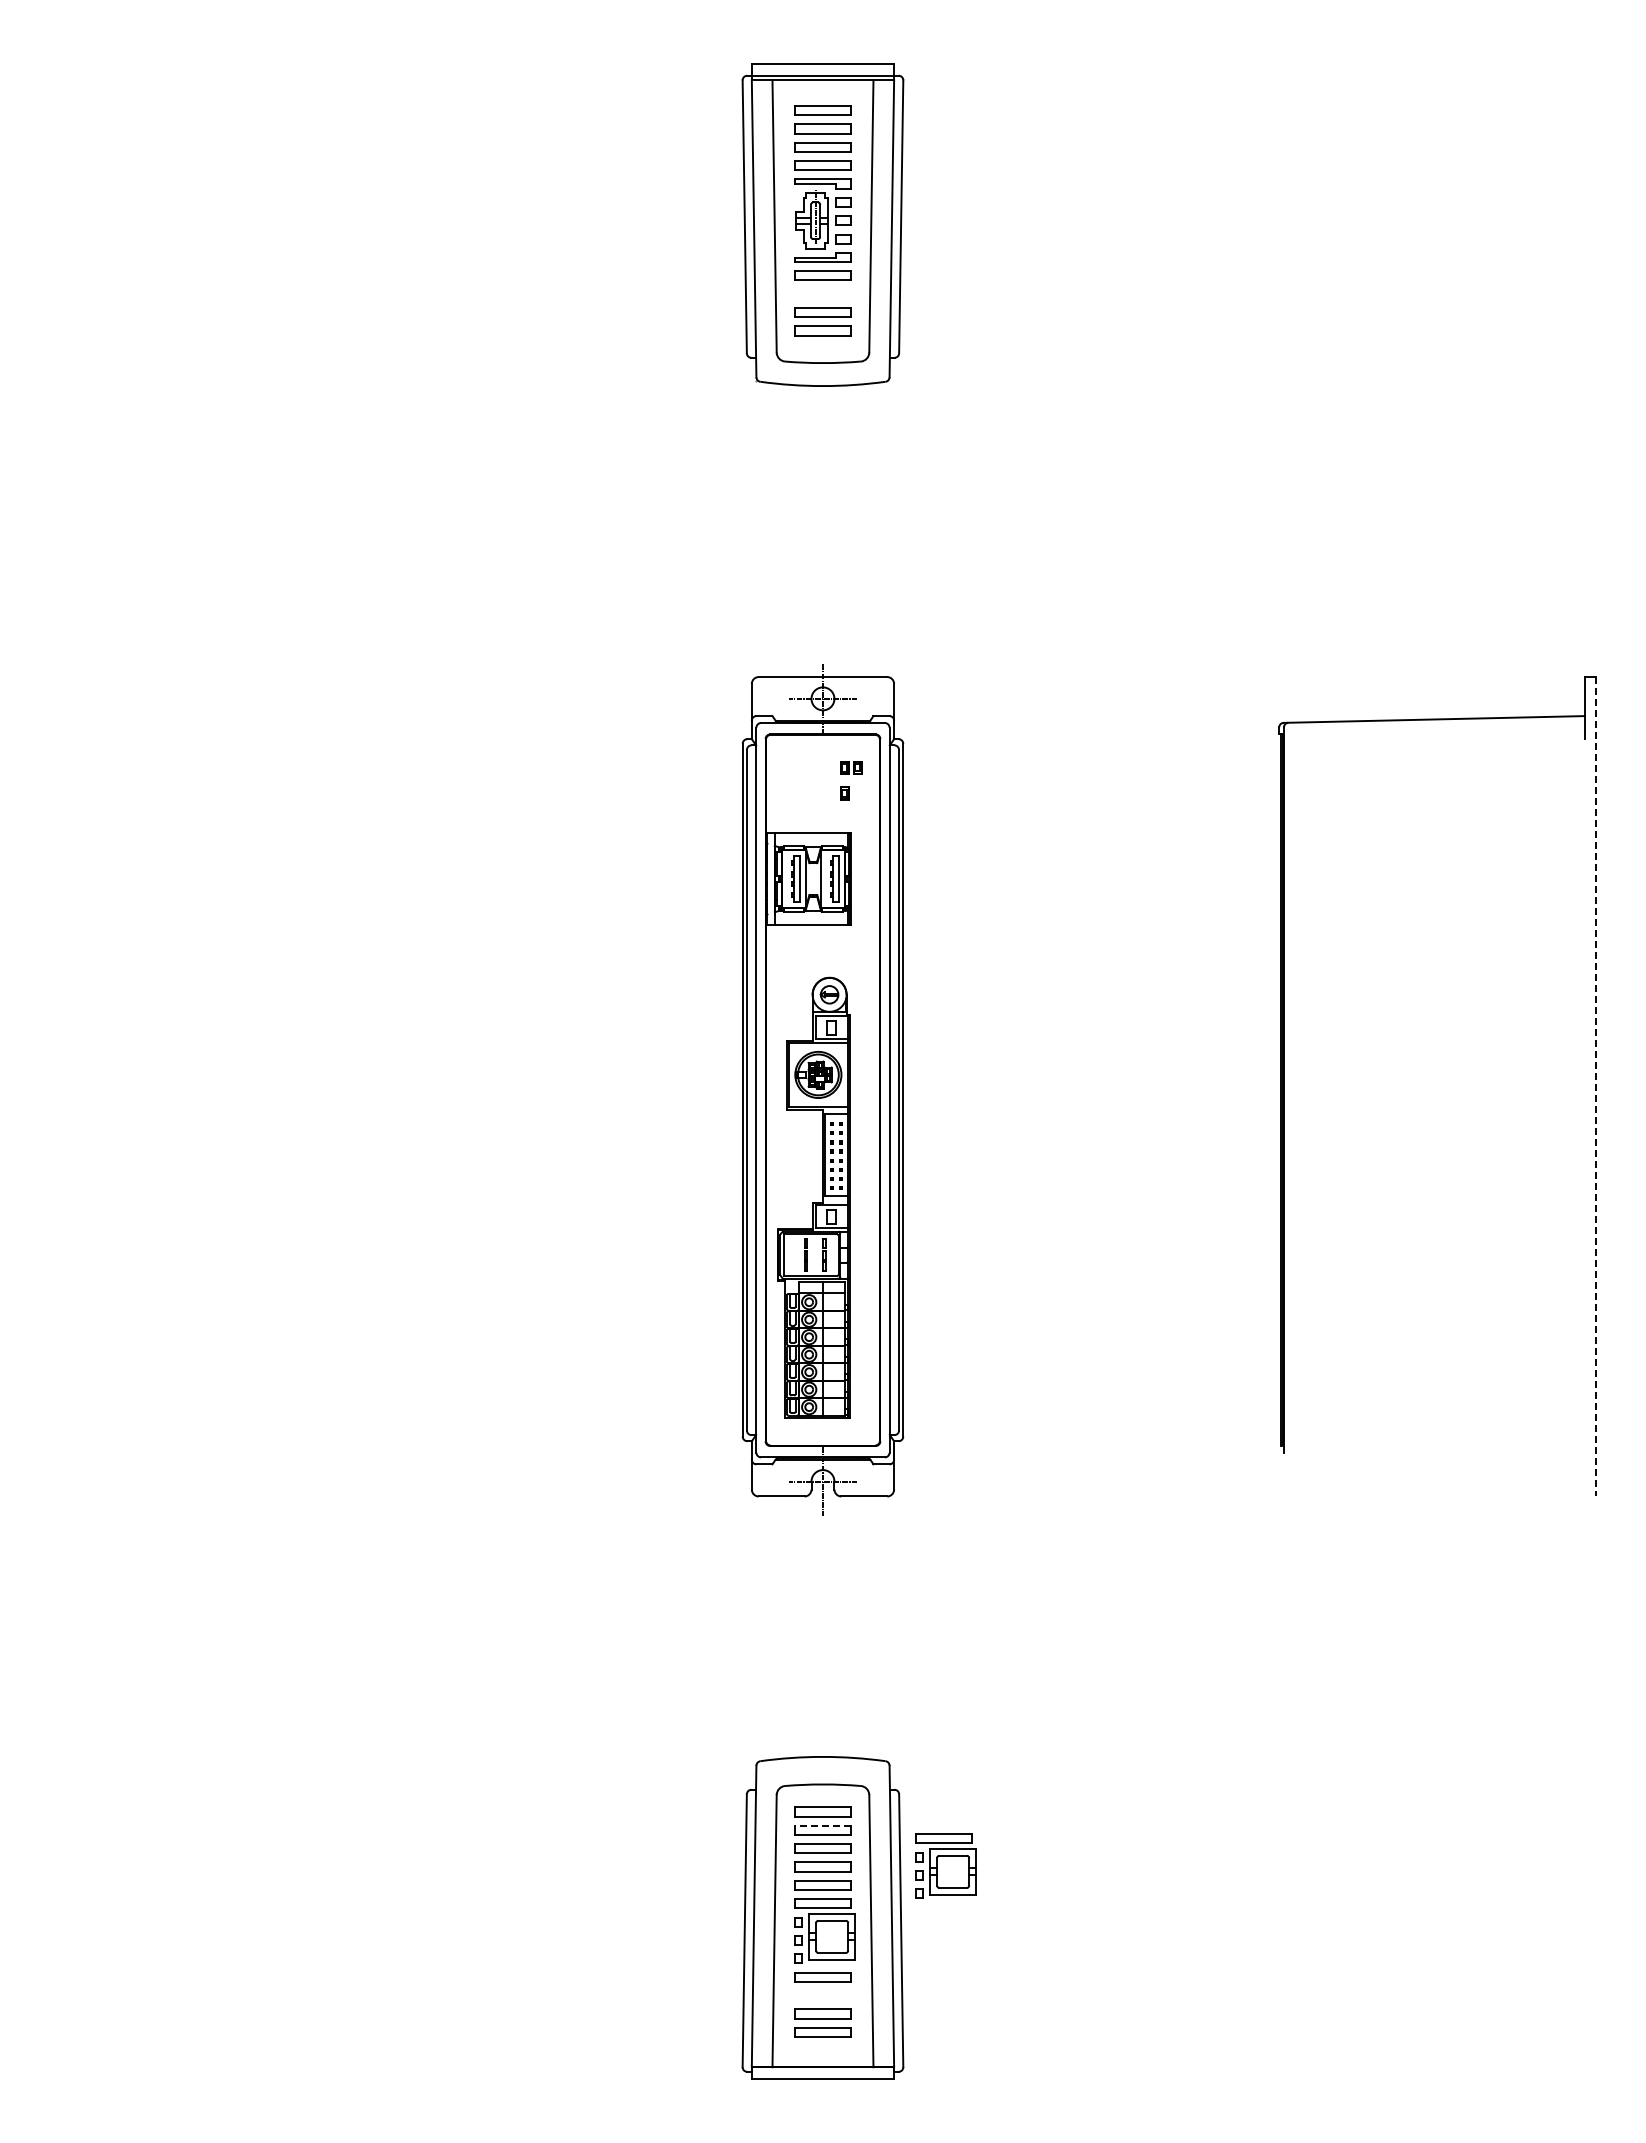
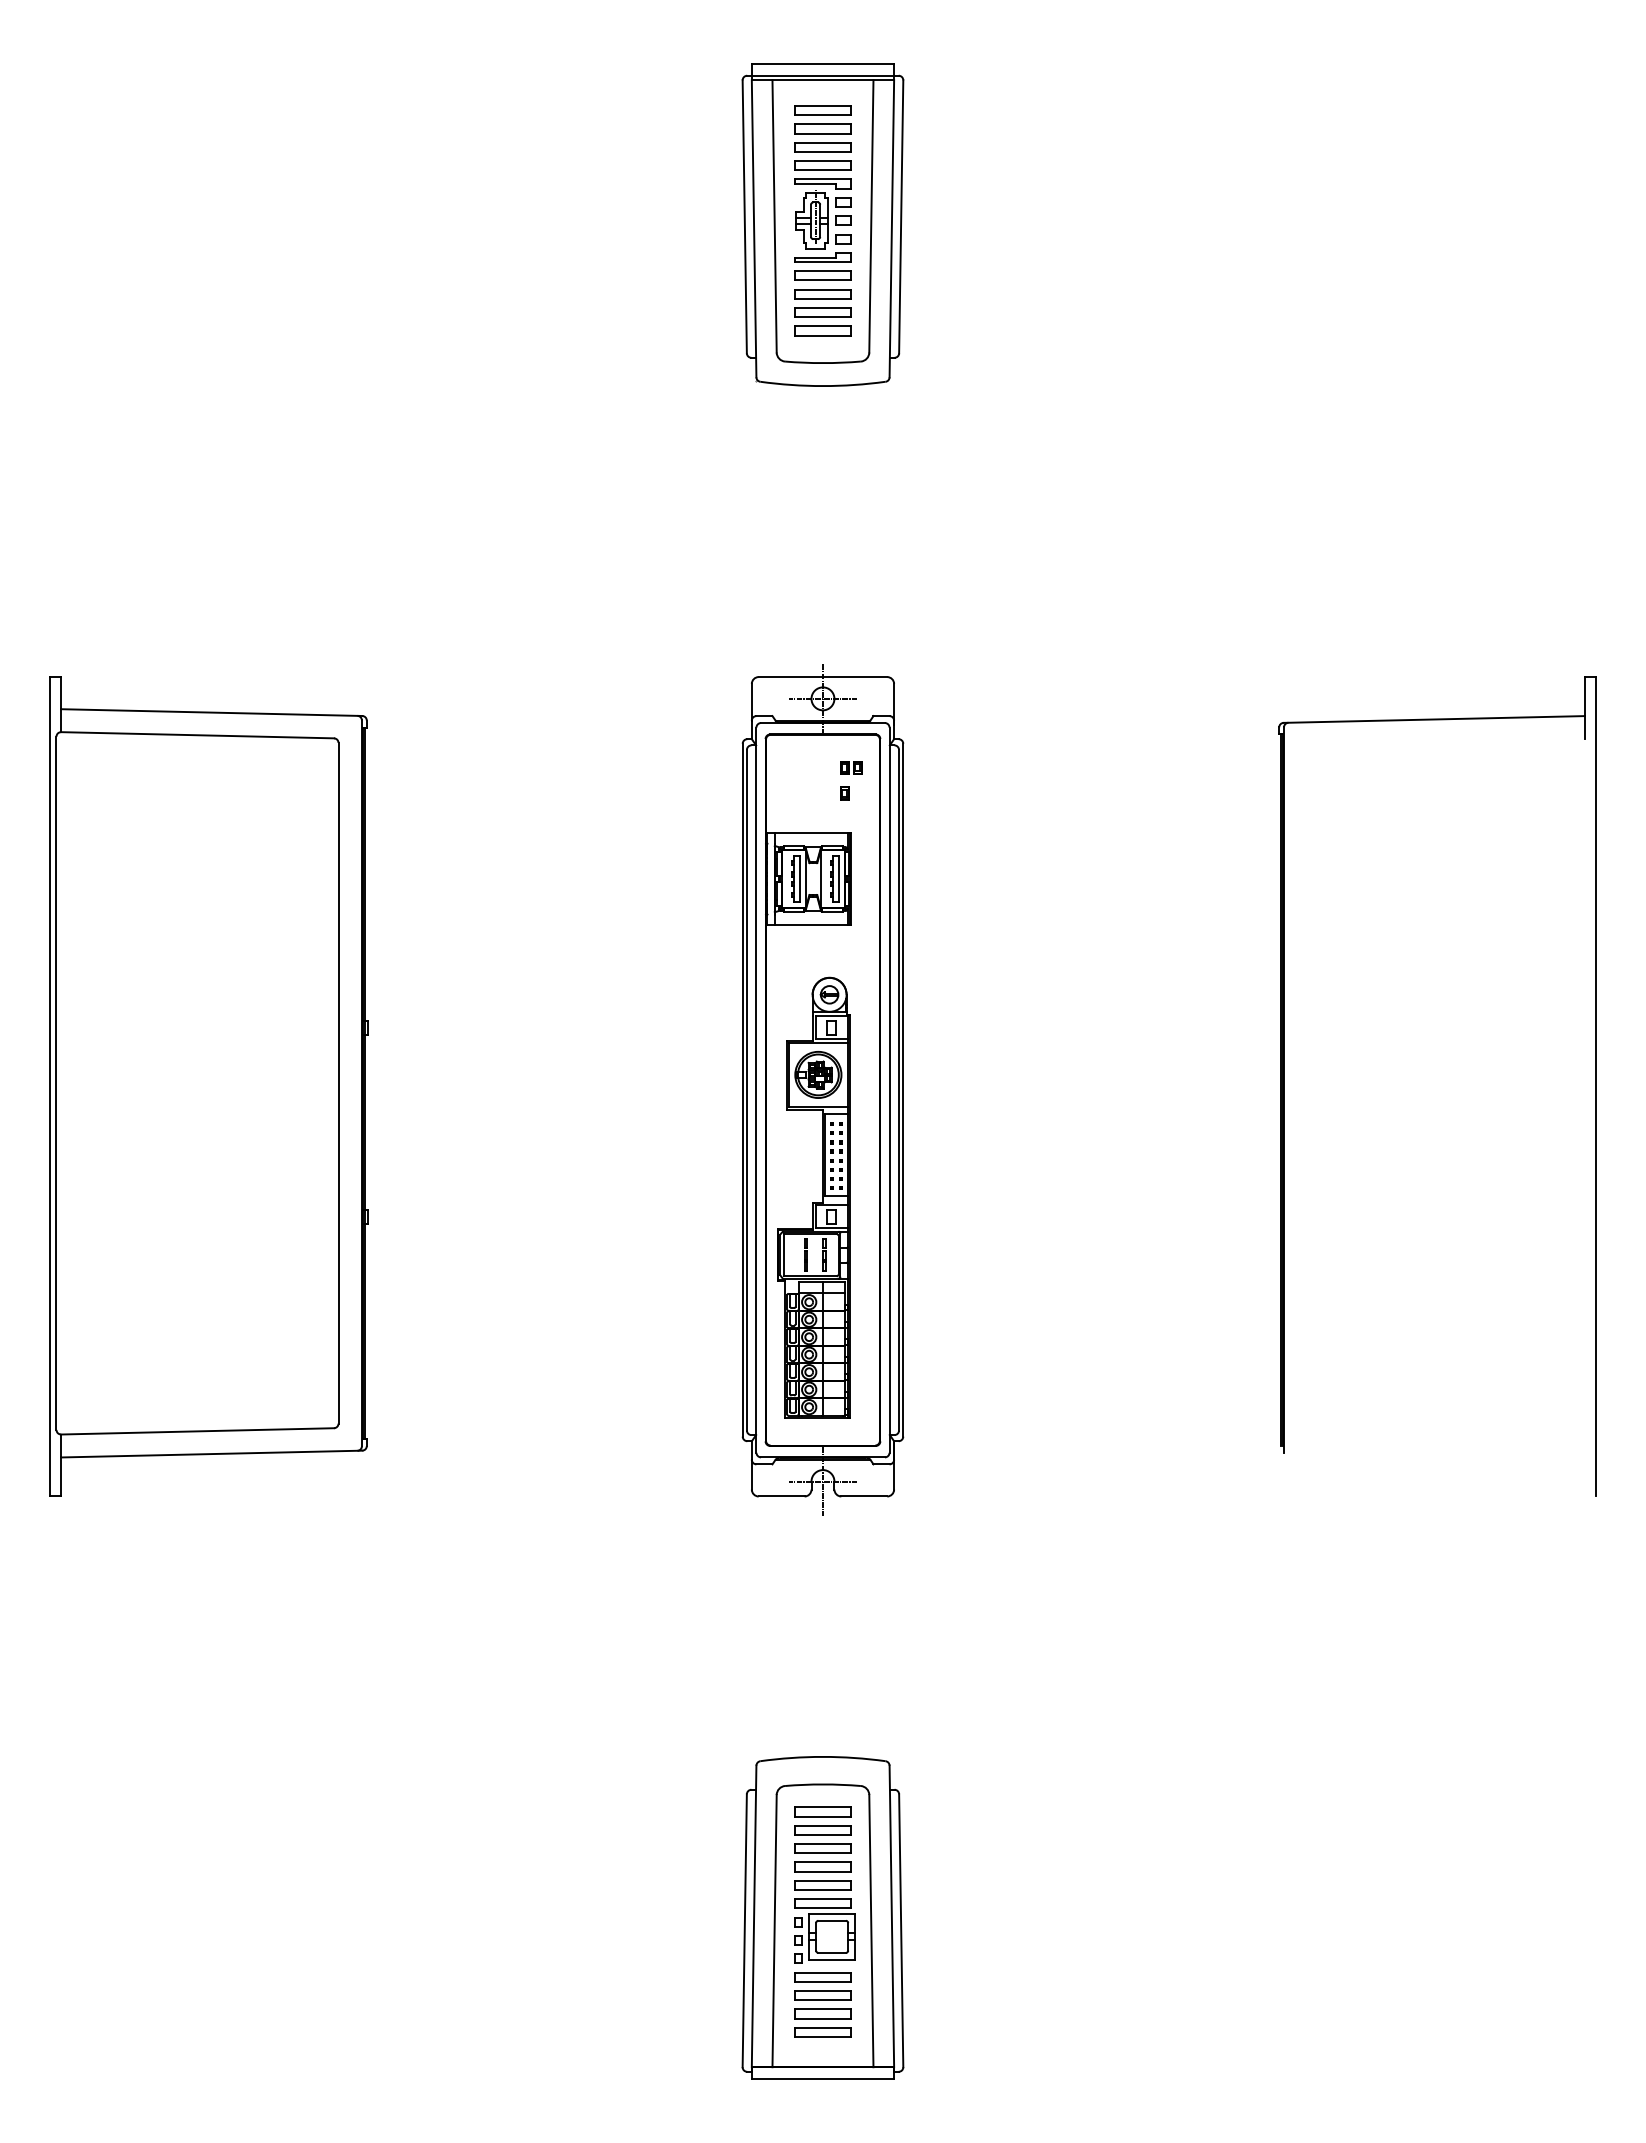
part at (822, 294): none -> present
part at (208, 1086): none -> present
line at (1596, 1086): dashed -> solid
line at (822, 1825): dashed -> solid
part at (945, 1865): present -> none
part at (822, 1995): none -> present
